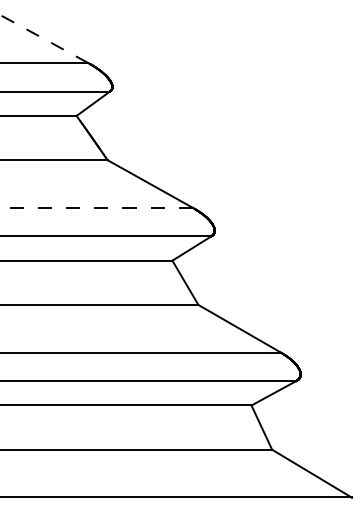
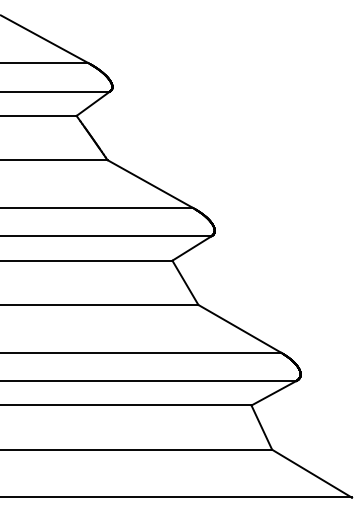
line at (44, 39): dashed -> solid
line at (96, 207): dashed -> solid
